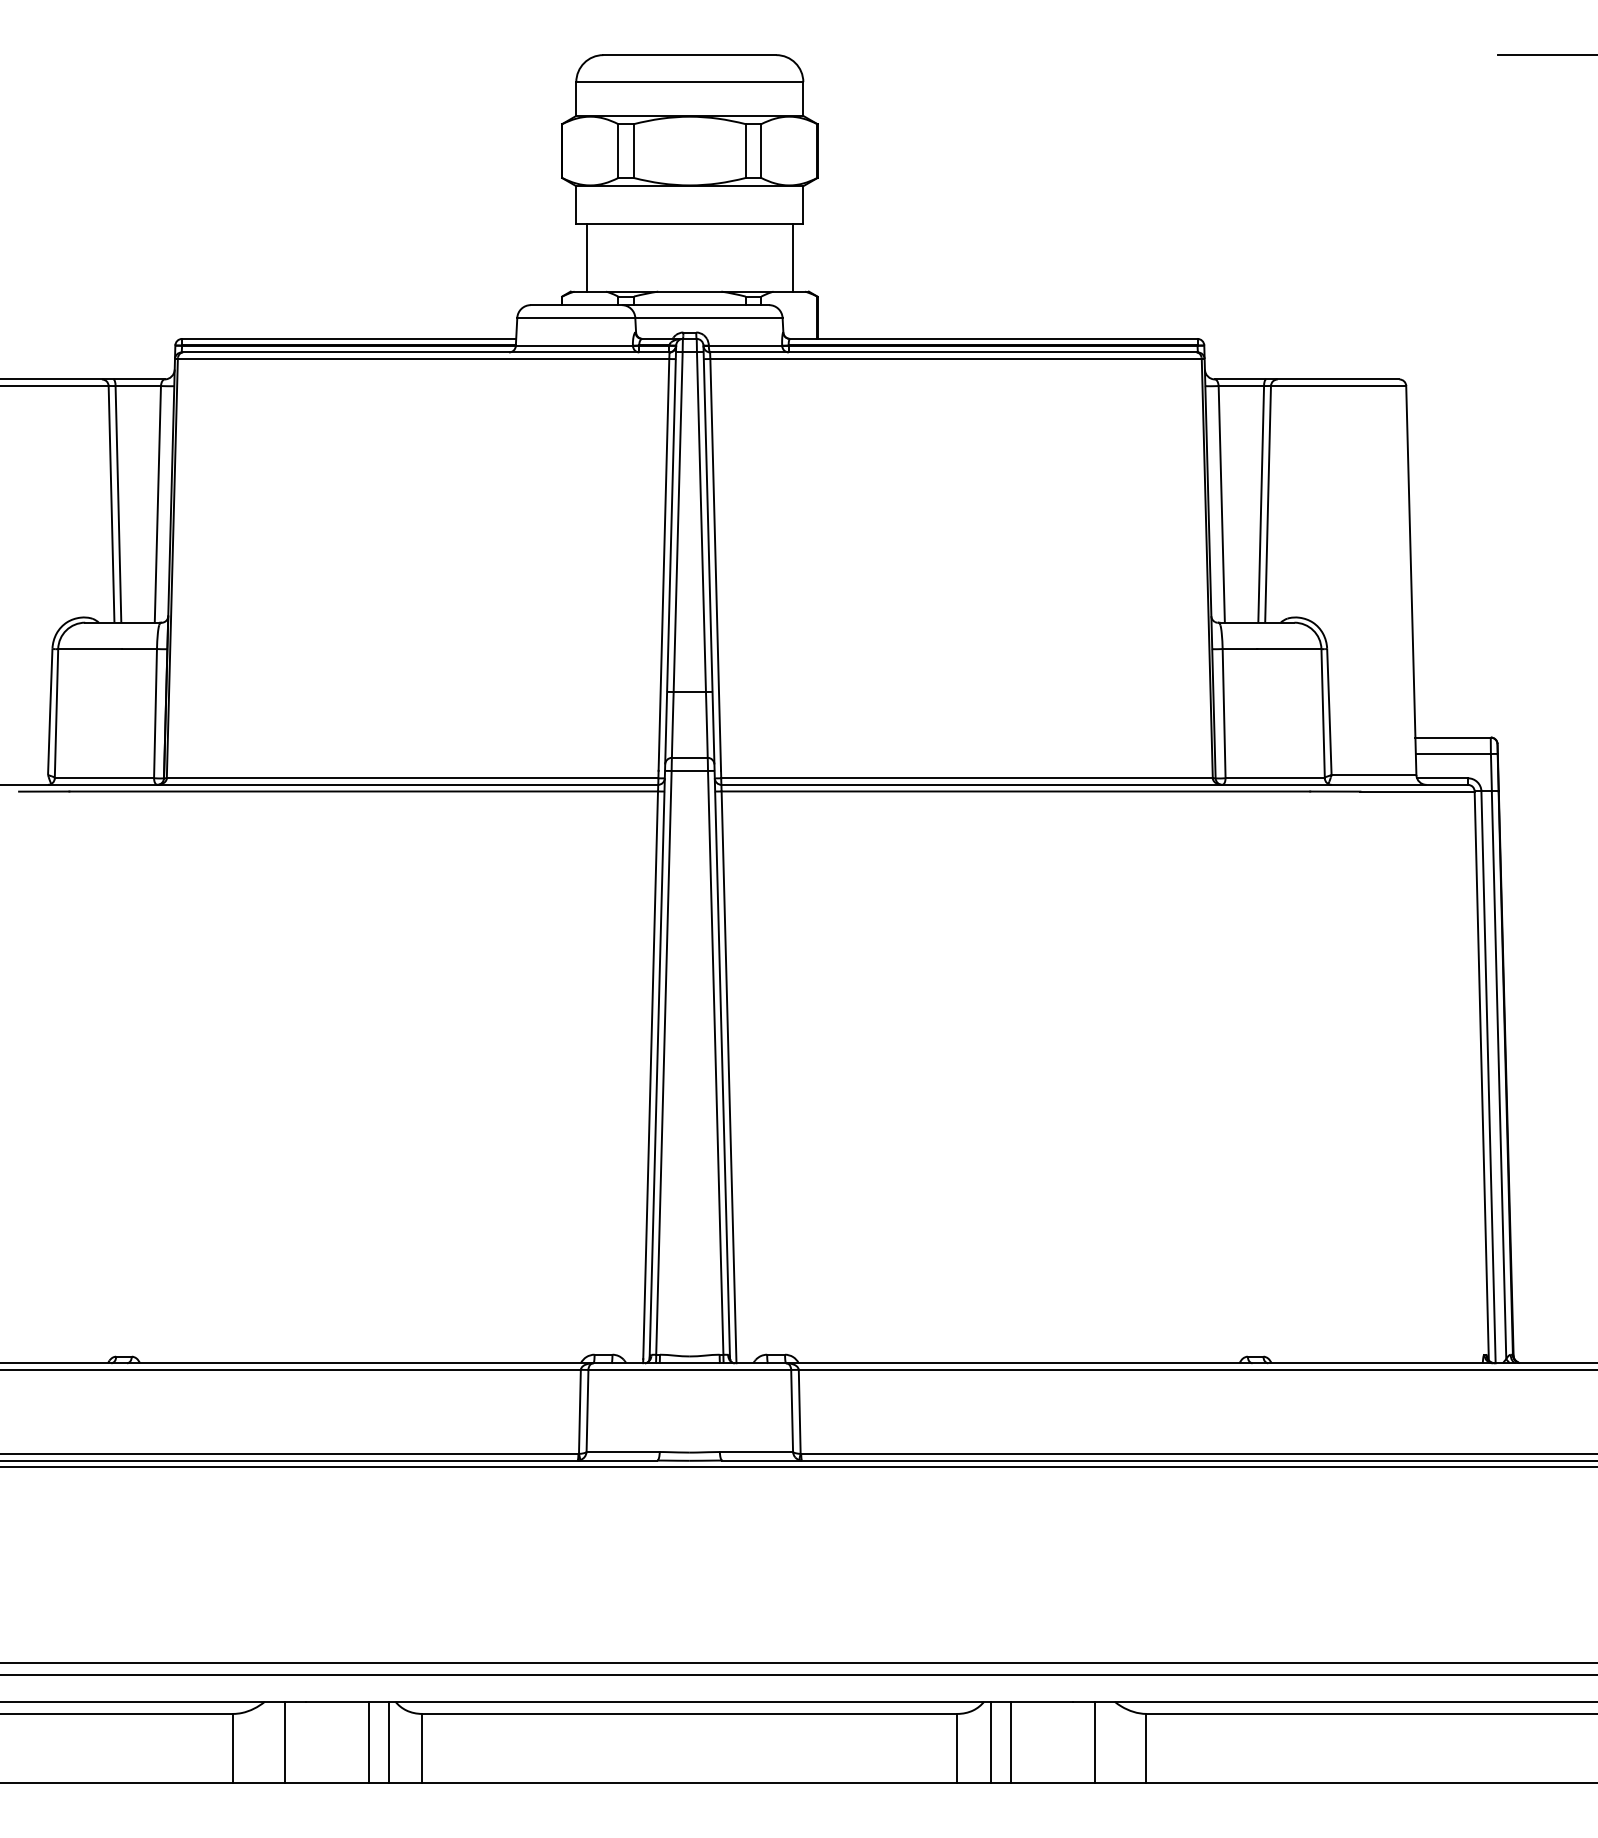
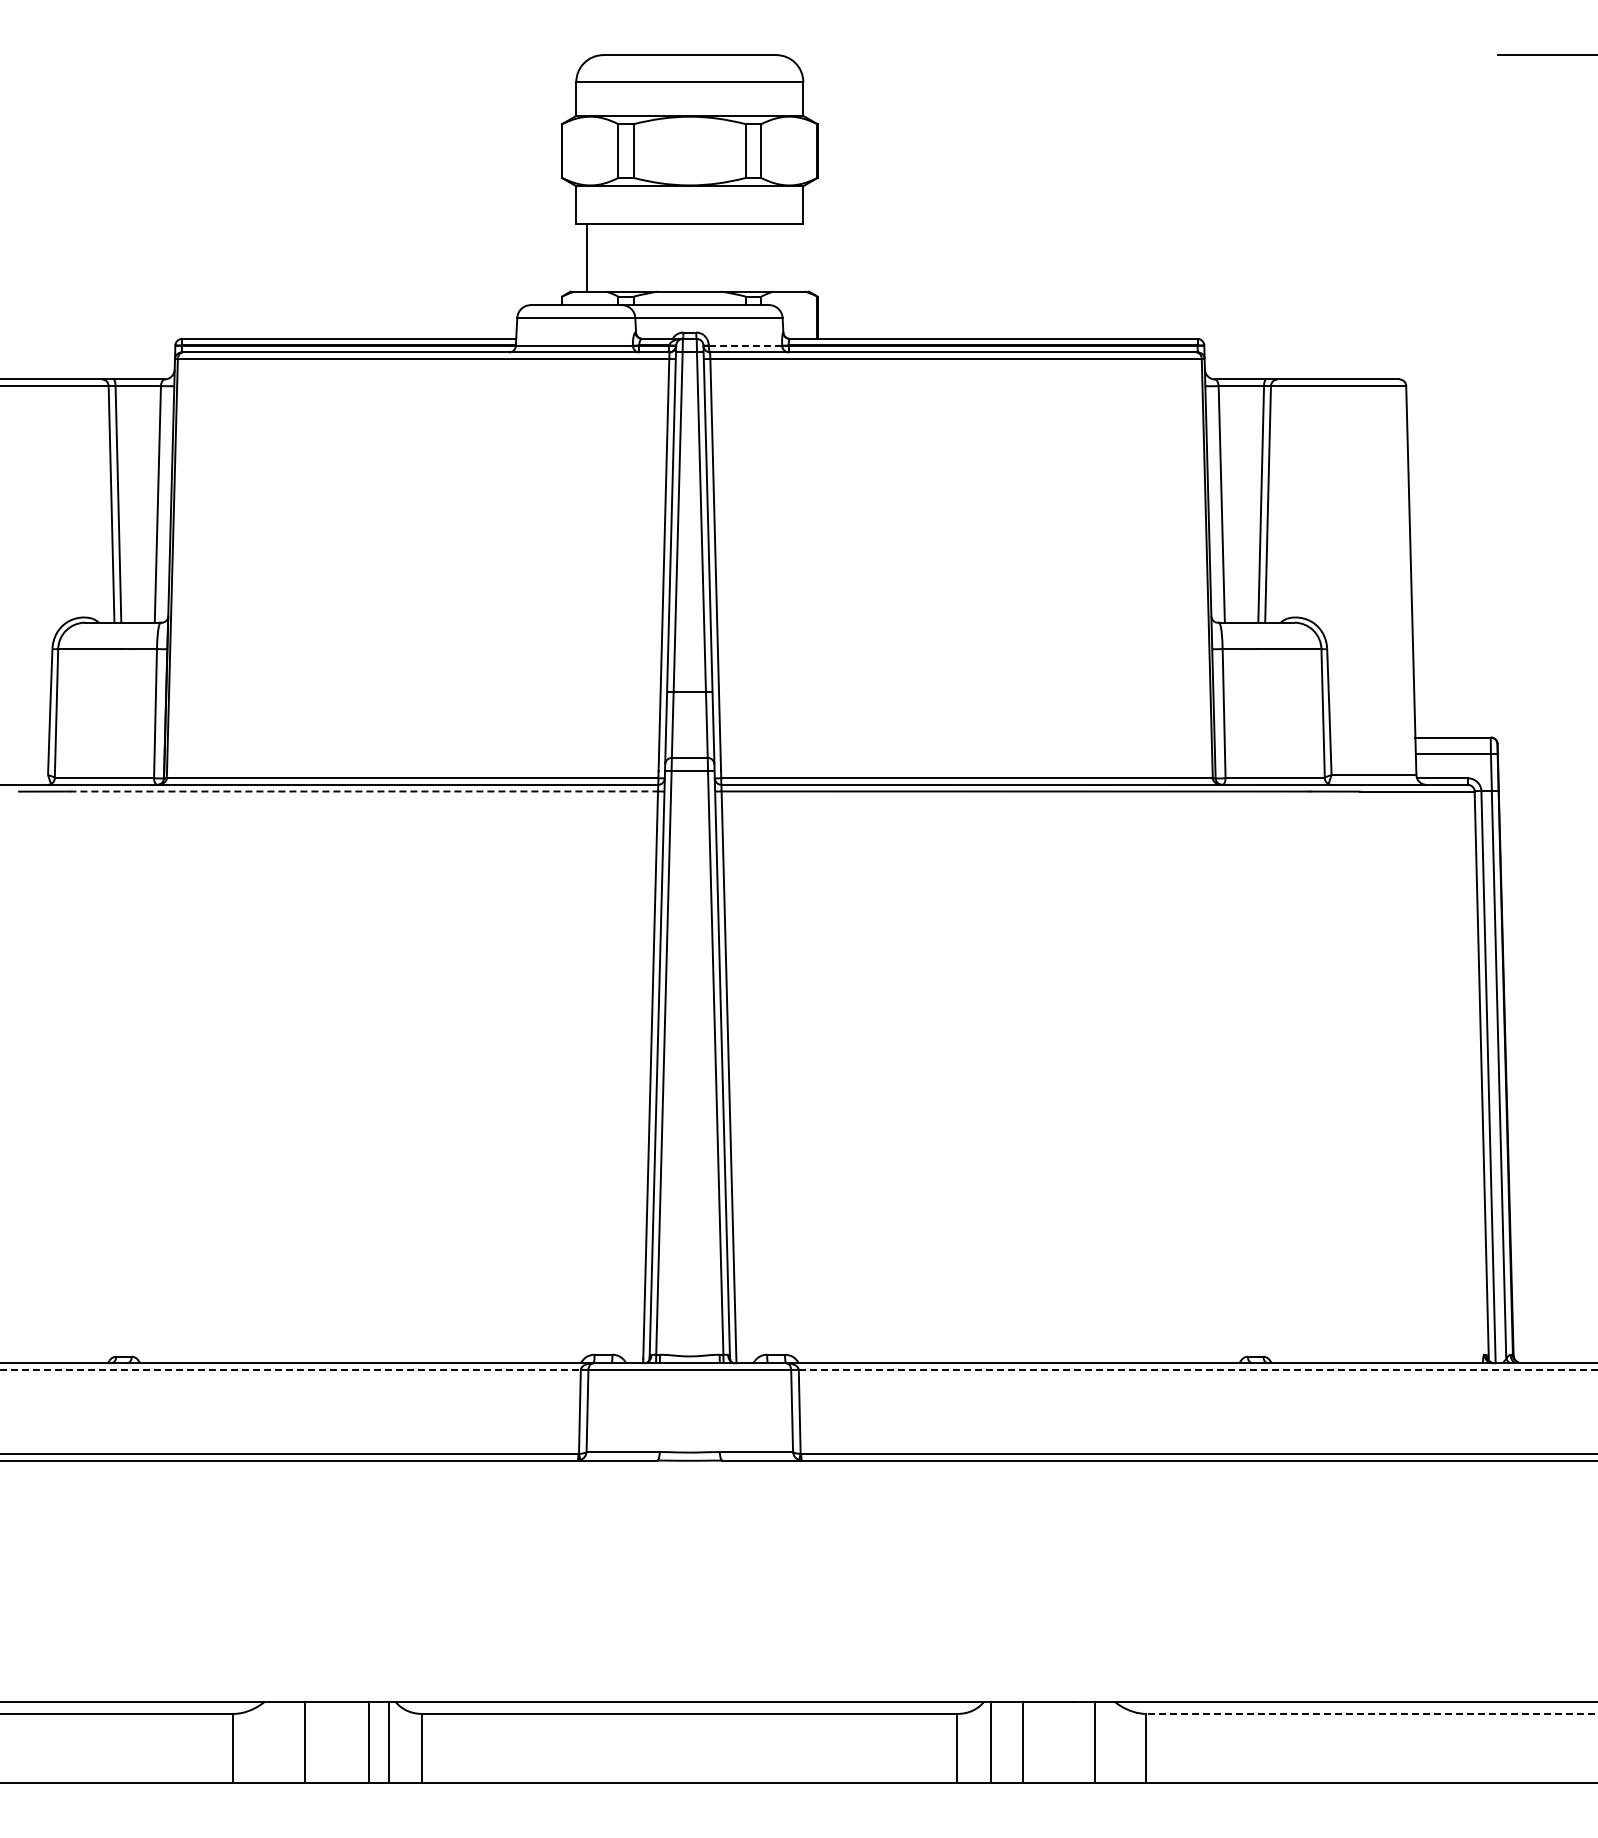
line at (792, 257): present -> none
line at (745, 346): solid -> dashed
line at (364, 791): solid -> dashed
line at (290, 1369): solid -> dashed
line at (1198, 1369): solid -> dashed
line at (798, 1467): present -> none
line at (798, 1663): present -> none
line at (798, 1674): present -> none
line at (1371, 1713): solid -> dashed
line at (284, 1741) position: (284, 1741) -> (304, 1741)
line at (1010, 1741) position: (1010, 1741) -> (1022, 1741)
